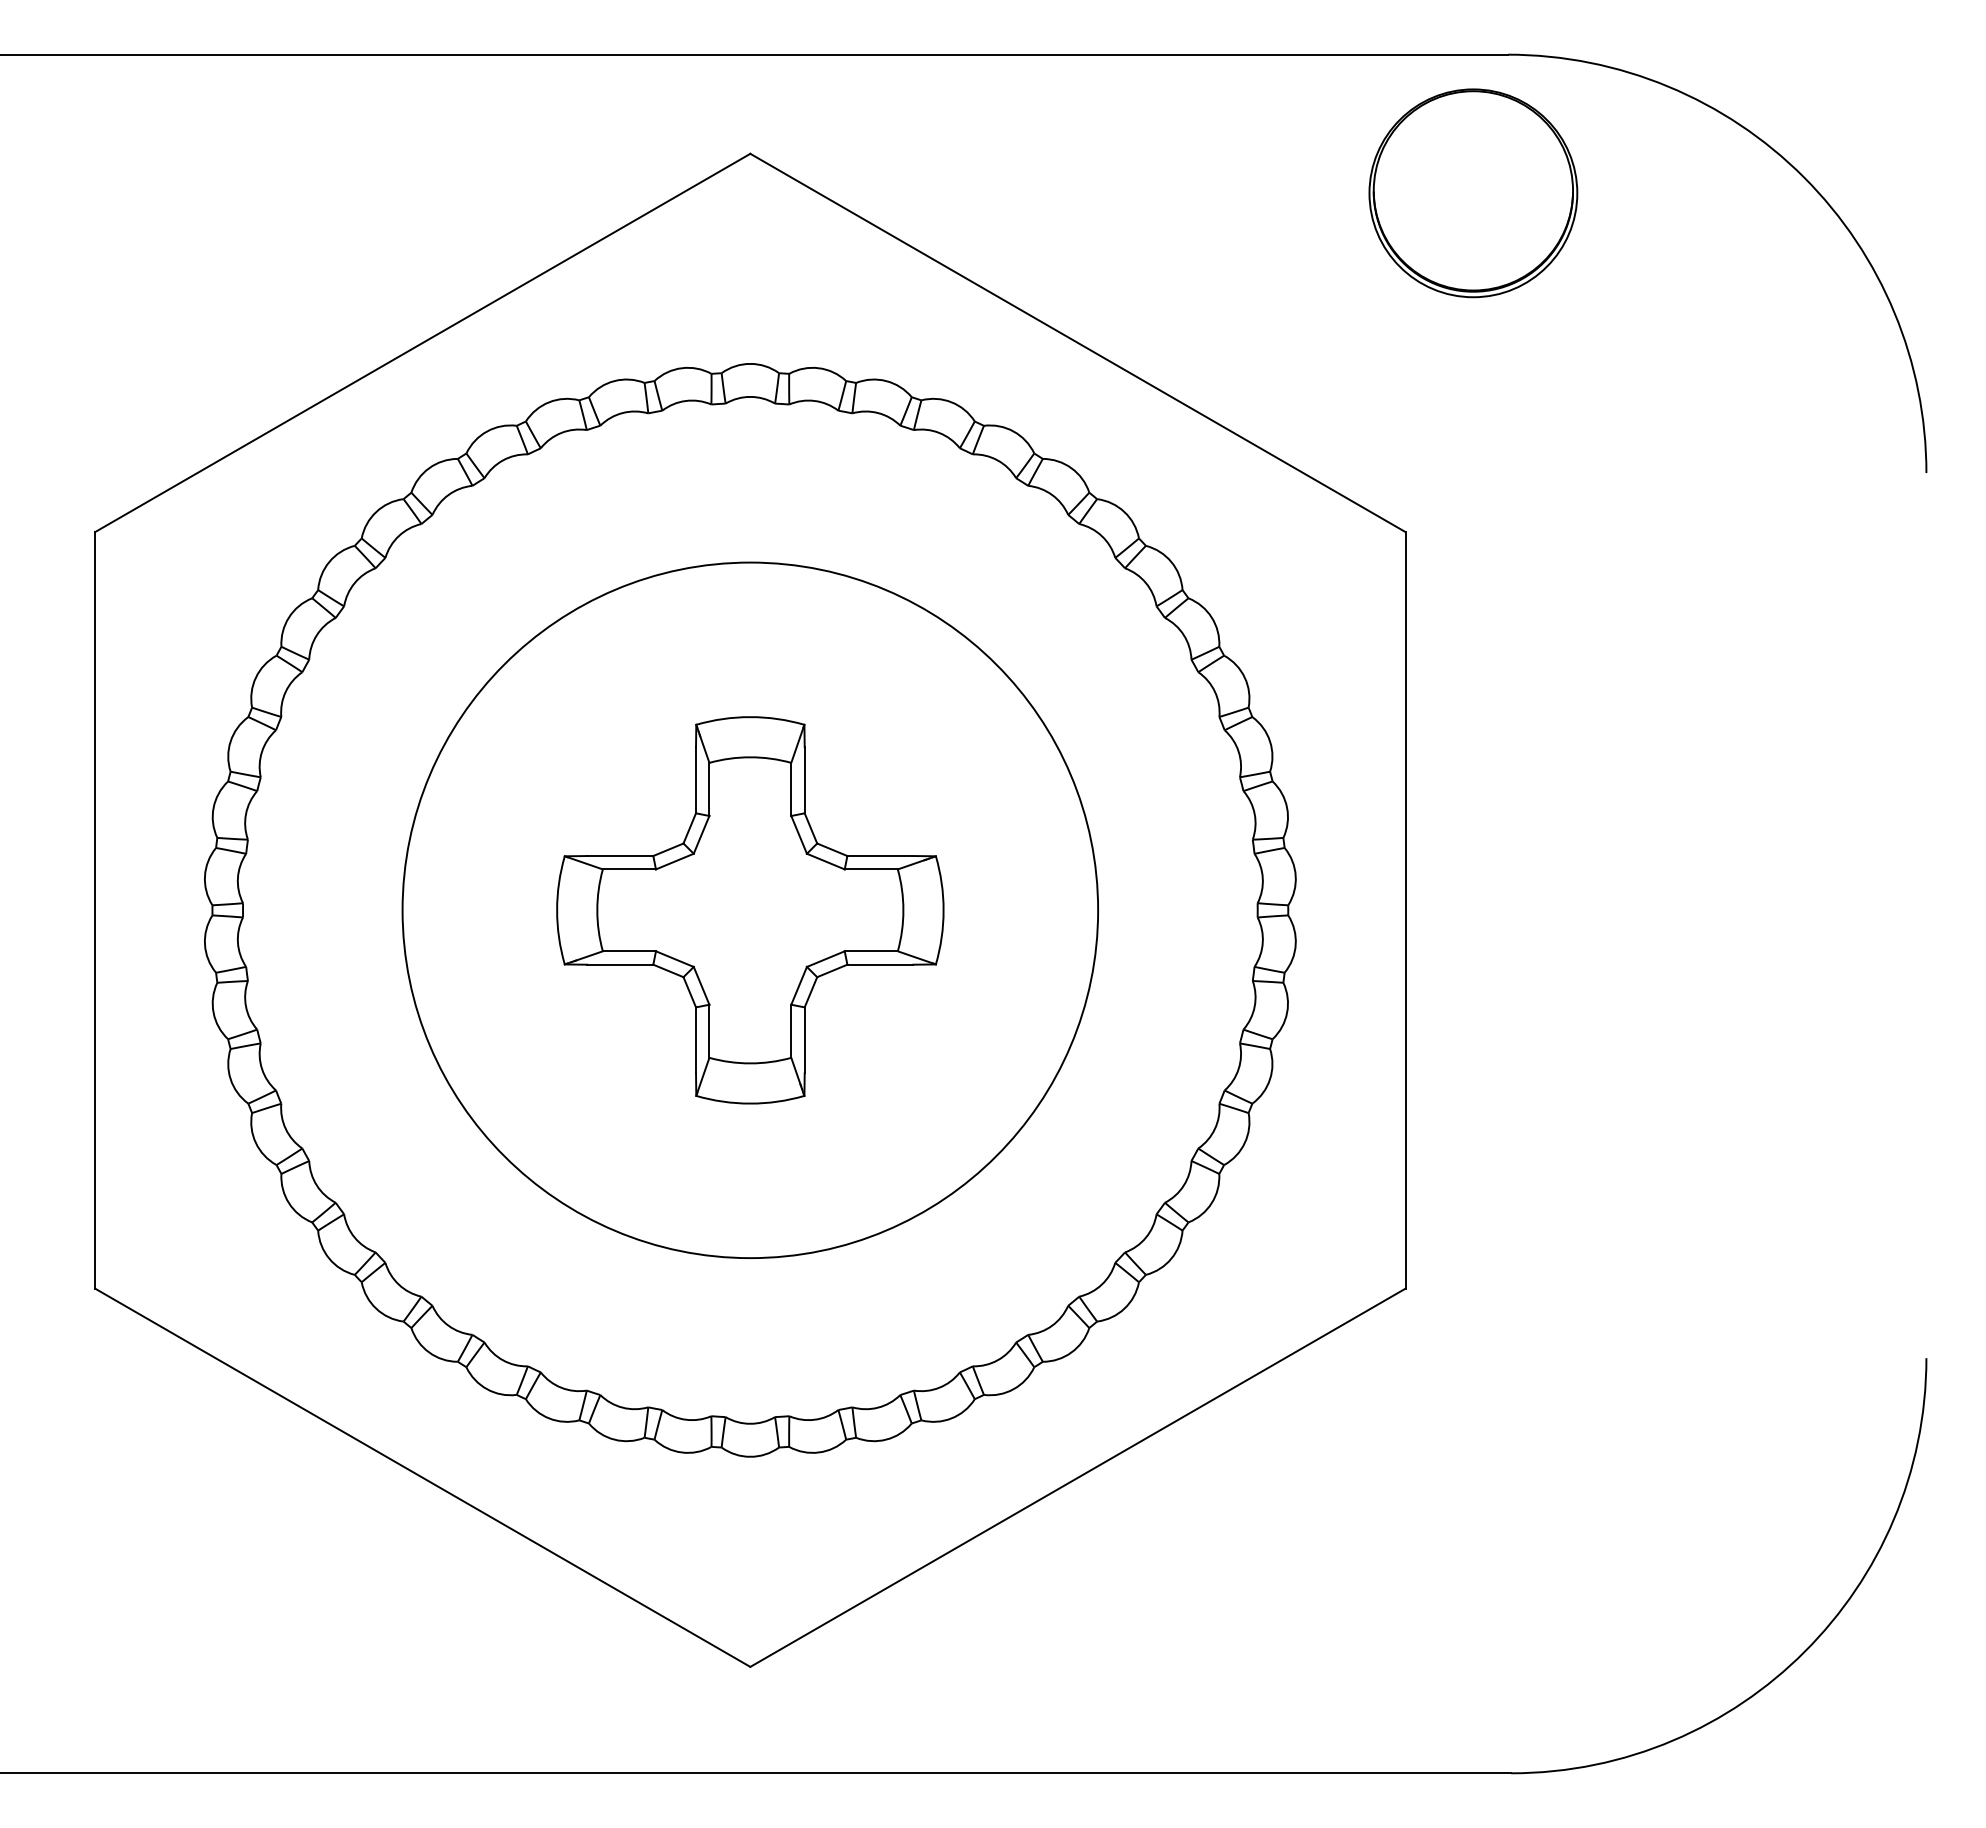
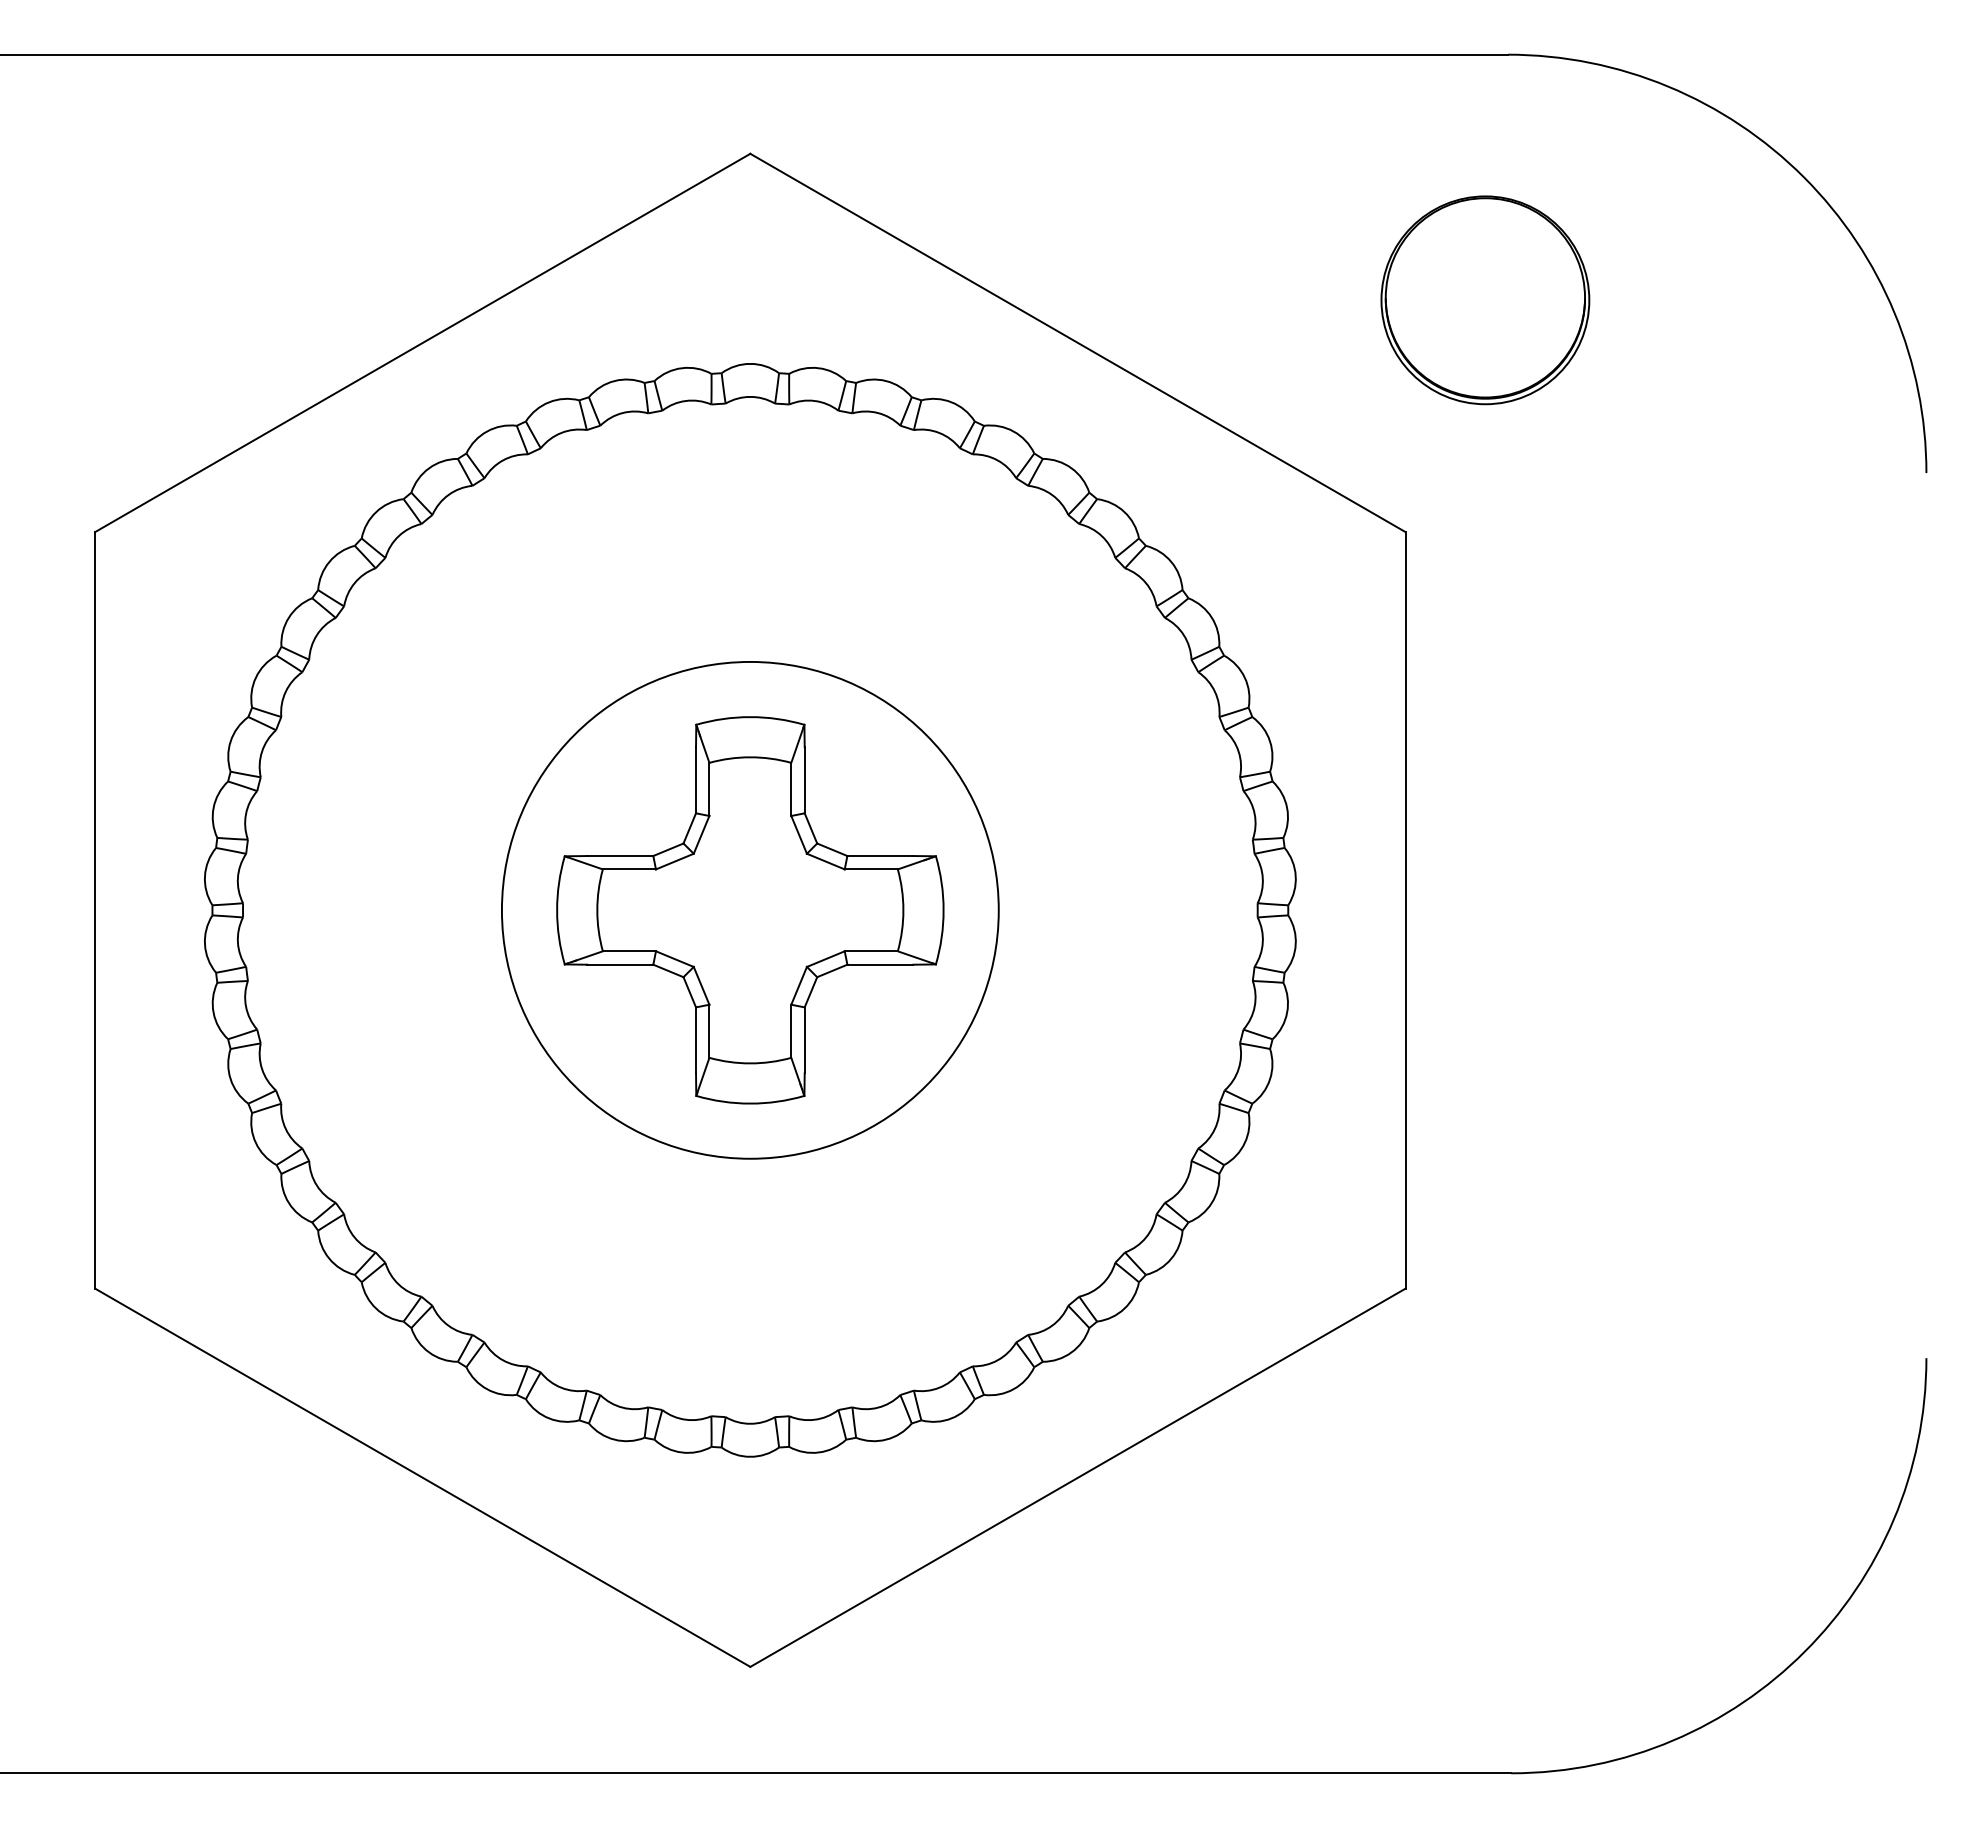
part at (1473, 193) position: (1473, 193) -> (1485, 300)
circle at (750, 910) diameter: 696 px -> 497 px
